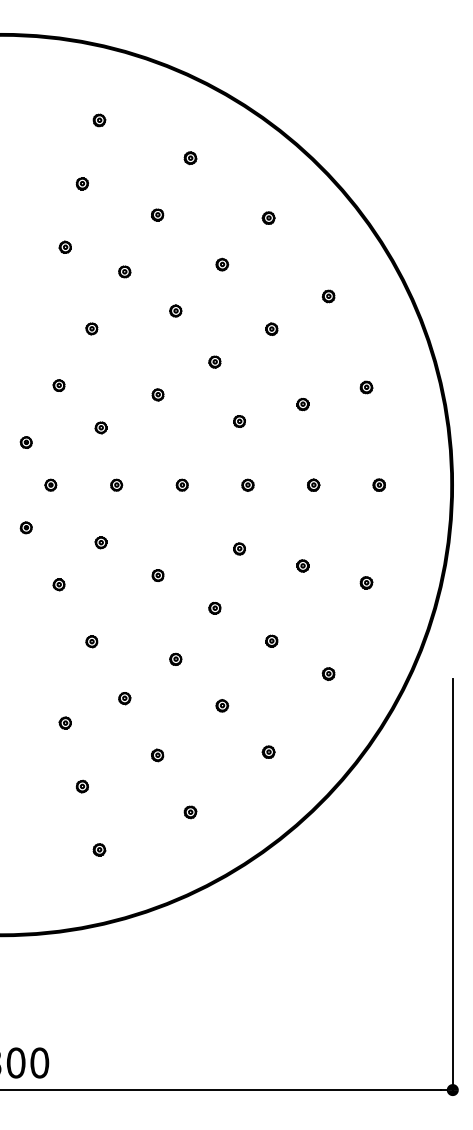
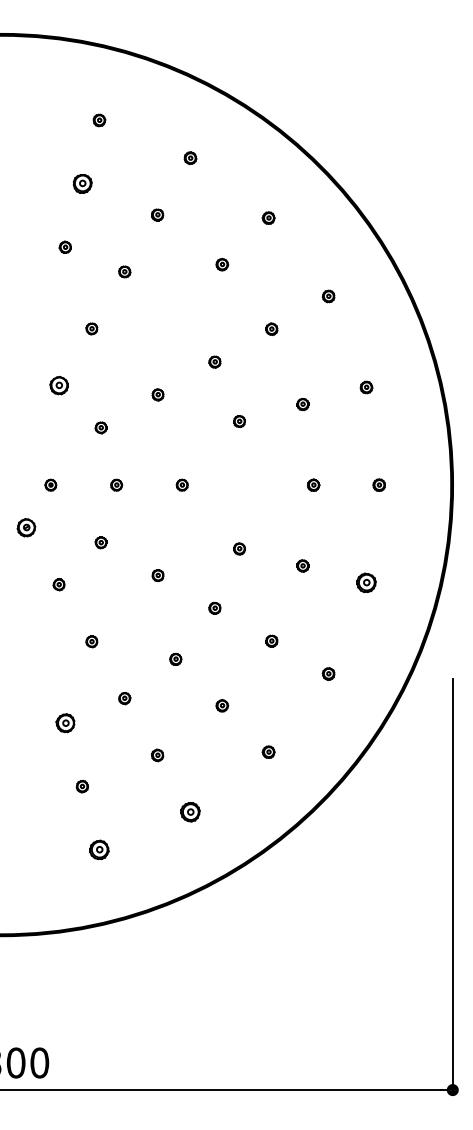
part at (81, 183) size: 14x14 px -> 21x20 px
part at (175, 310): present -> none
part at (58, 385) size: 14x13 px -> 20x20 px
part at (25, 442): present -> none
part at (247, 484): present -> none
part at (25, 527) size: 14x14 px -> 21x20 px
part at (366, 582) size: 15x14 px -> 21x22 px
part at (64, 722) size: 14x14 px -> 21x21 px
part at (190, 812) size: 15x15 px -> 21x21 px
part at (99, 849) size: 15x14 px -> 21x22 px
